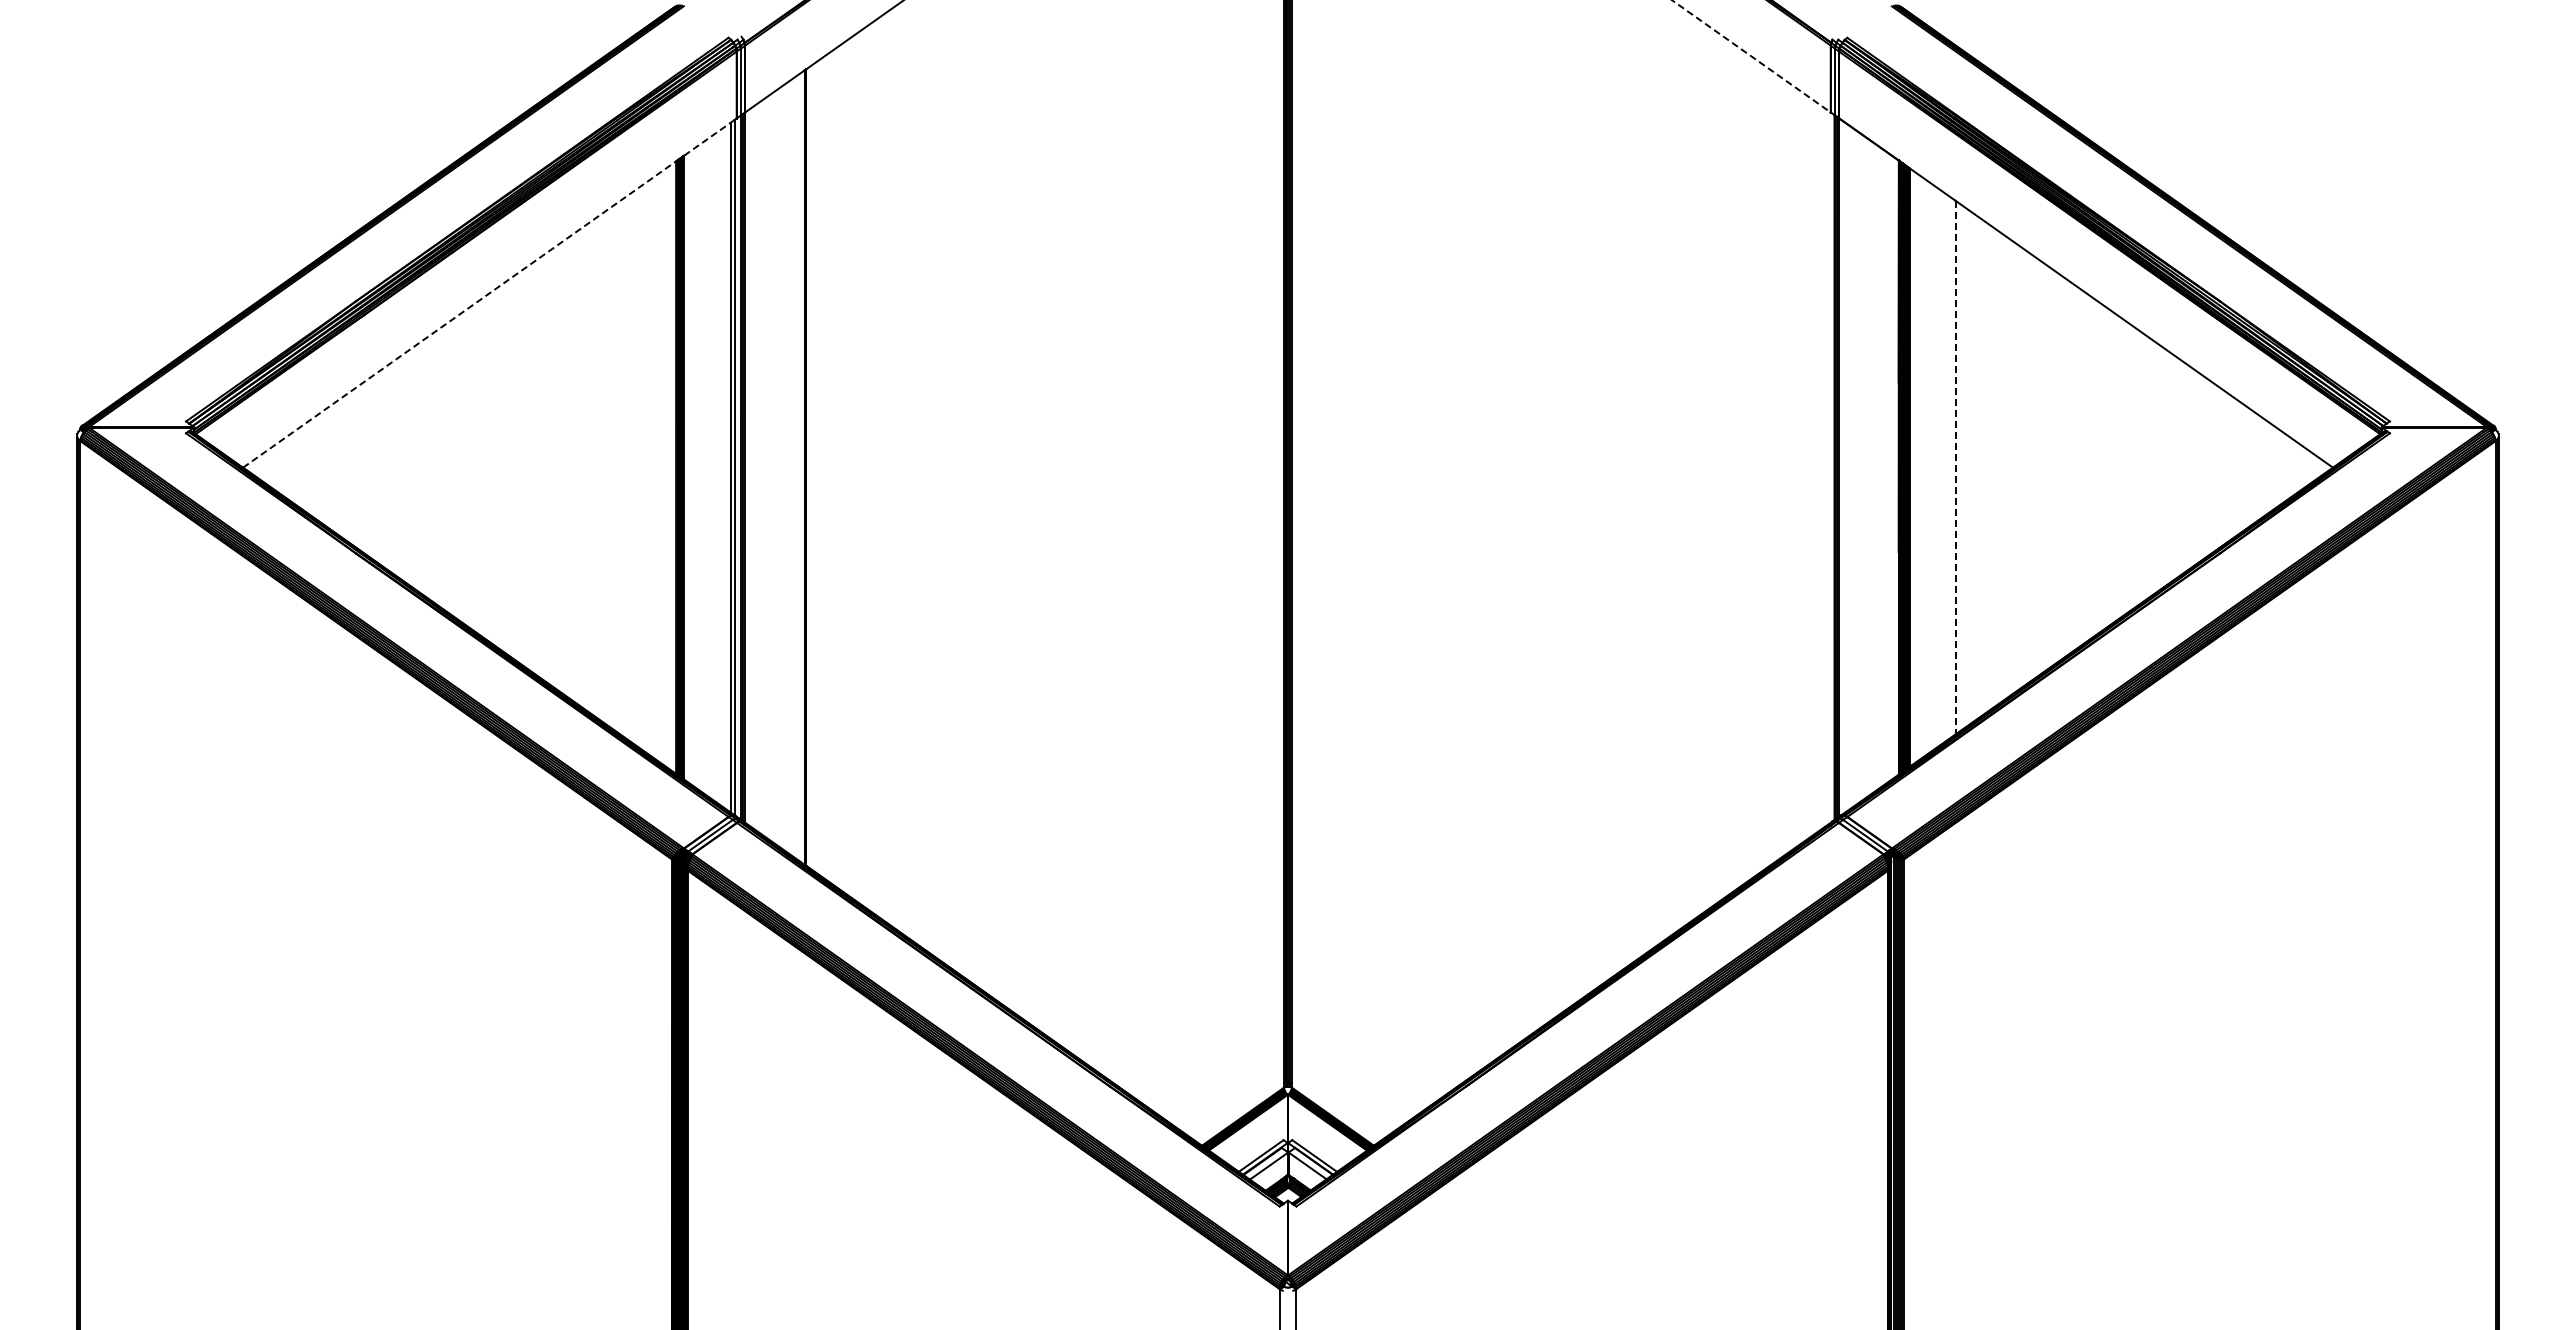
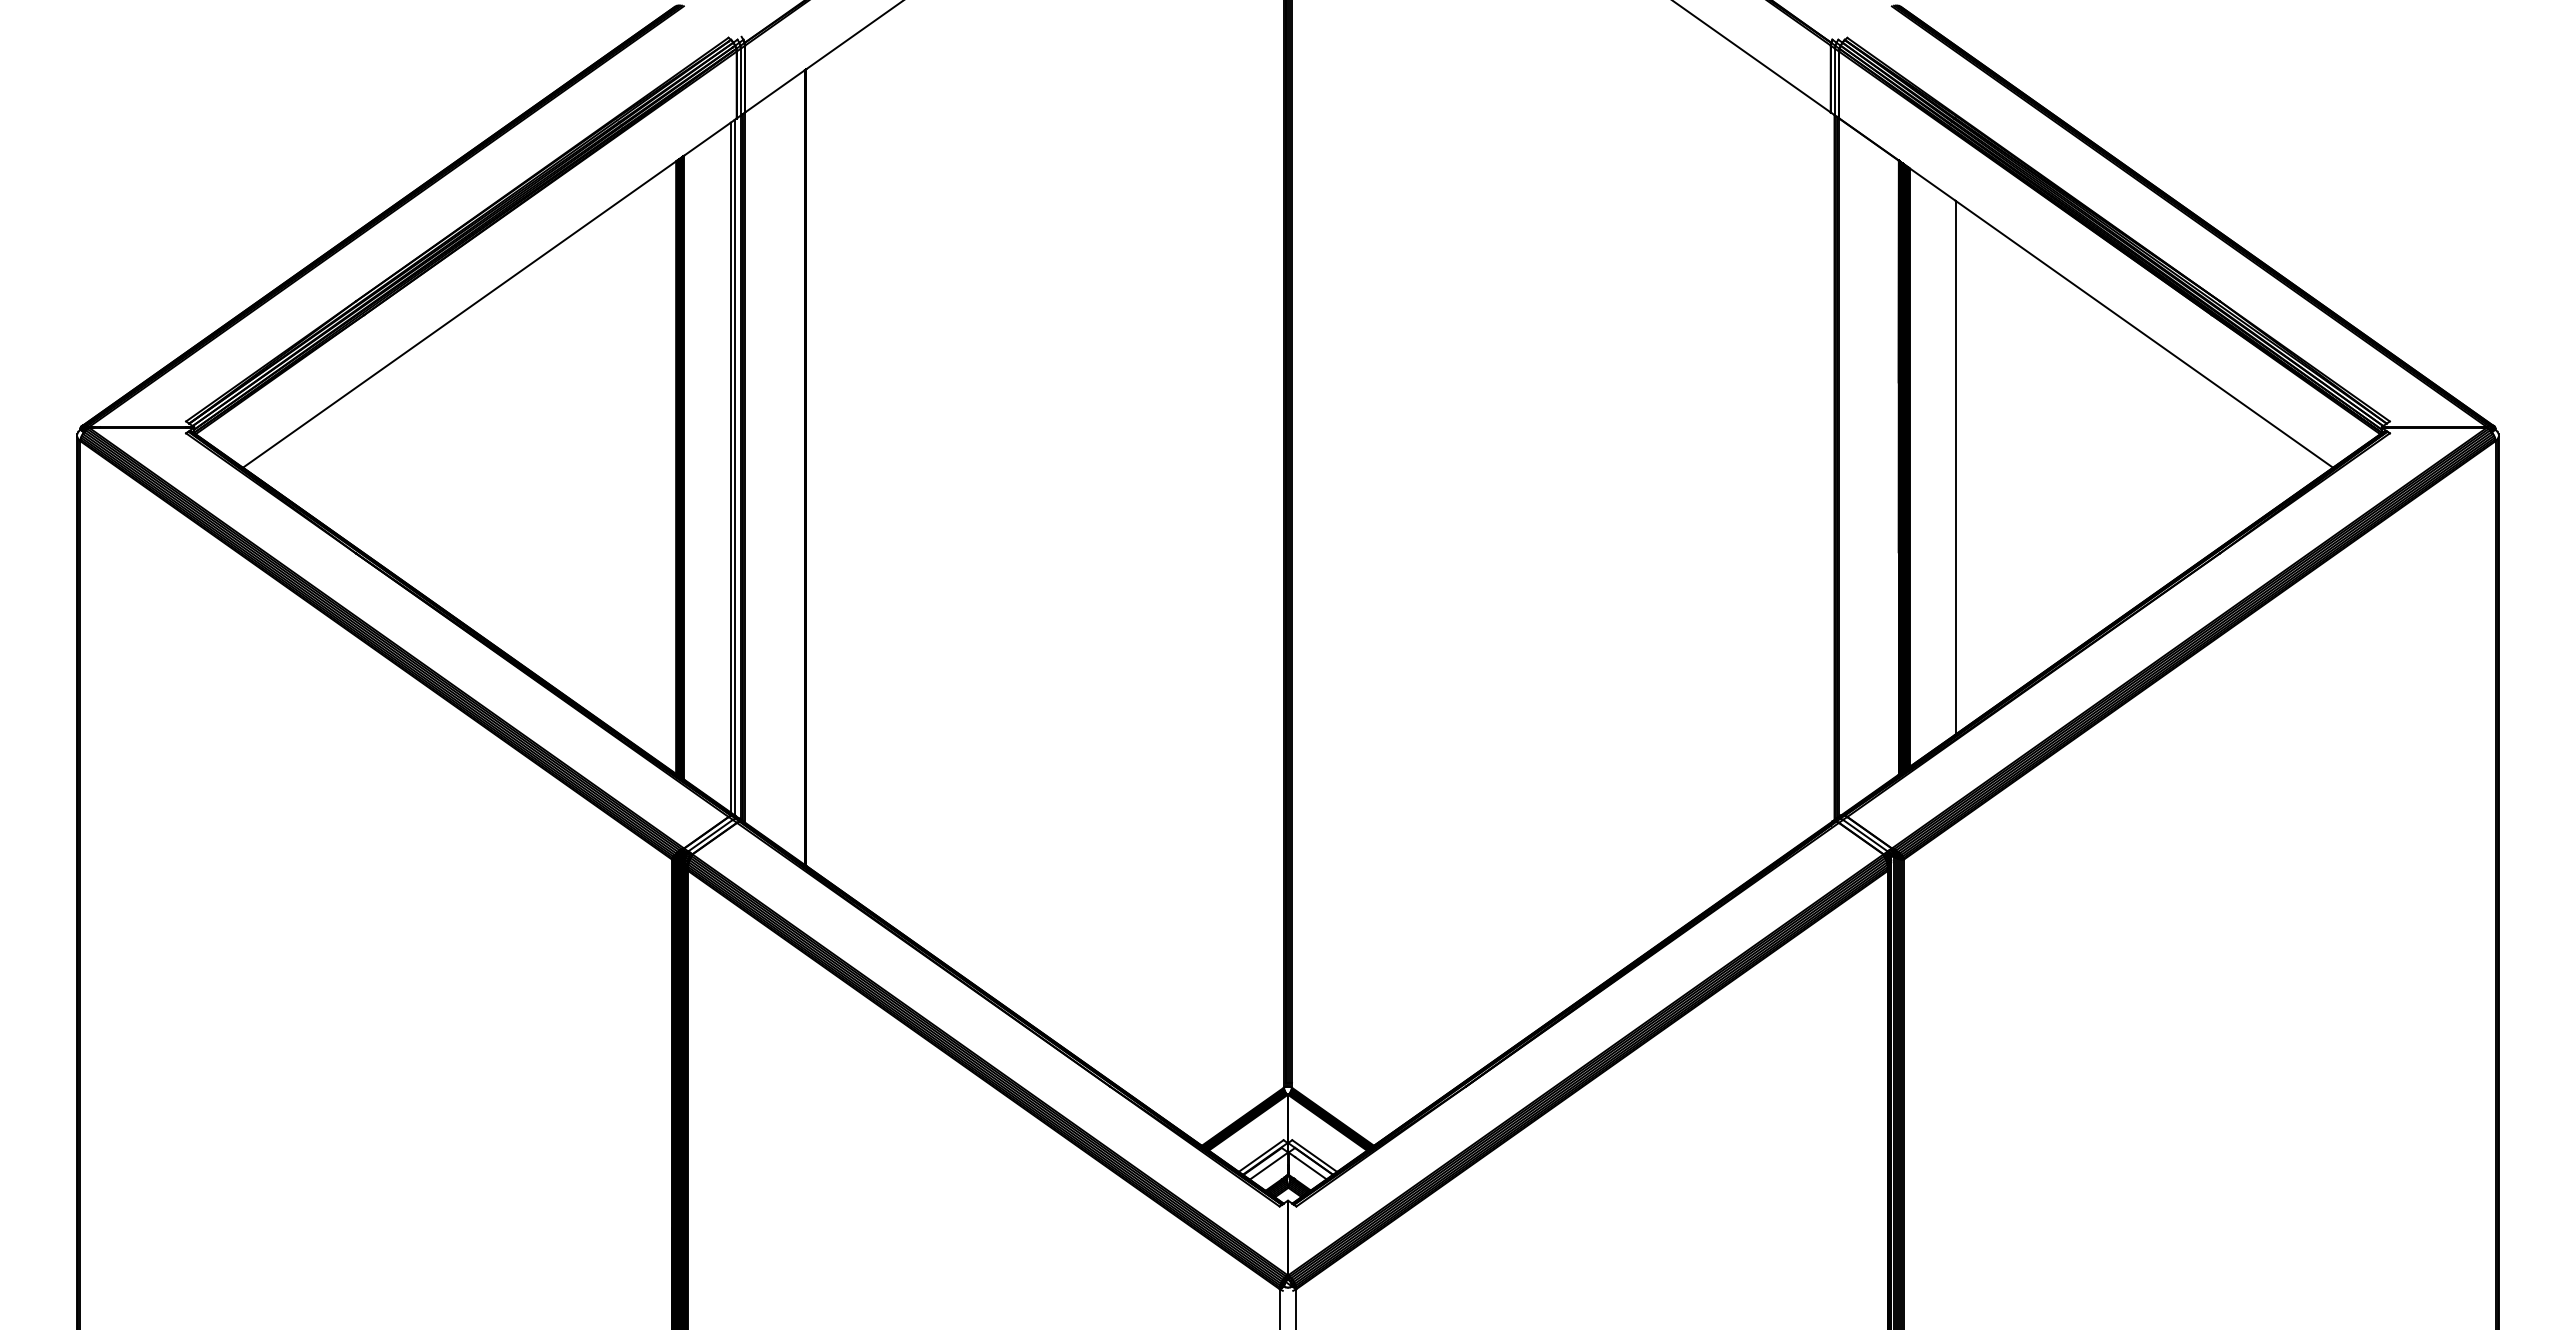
line at (1751, 56): dashed -> solid
line at (707, 139): dashed -> solid
line at (459, 314): dashed -> solid
line at (1955, 467): dashed -> solid
